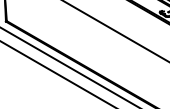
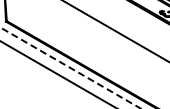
line at (70, 68): solid -> dashed
